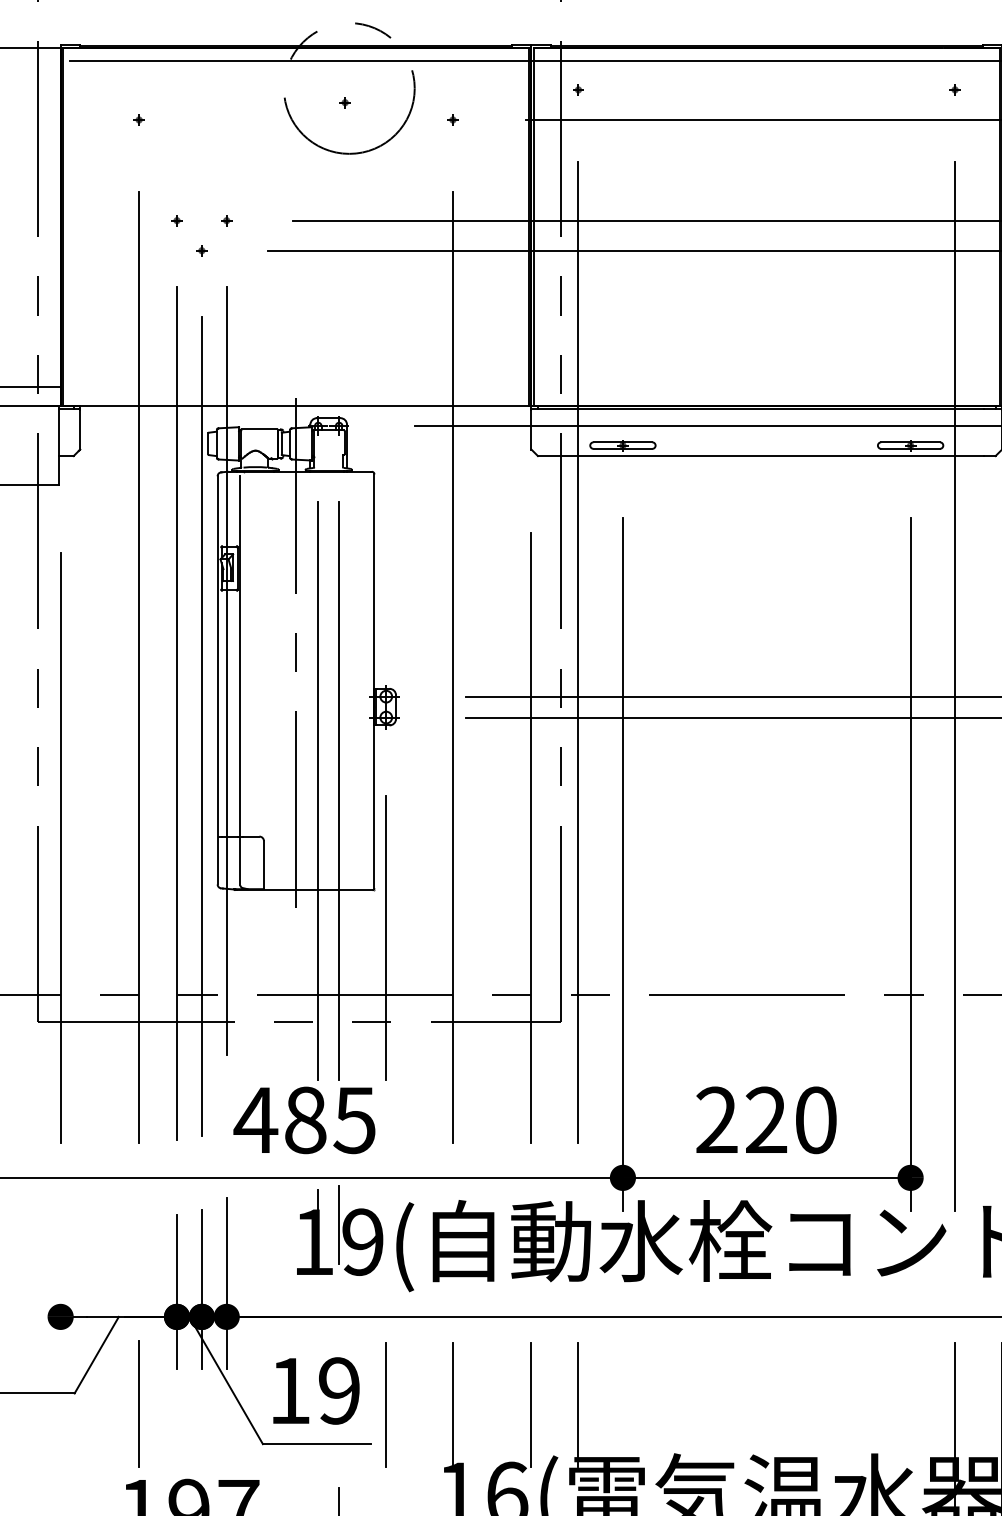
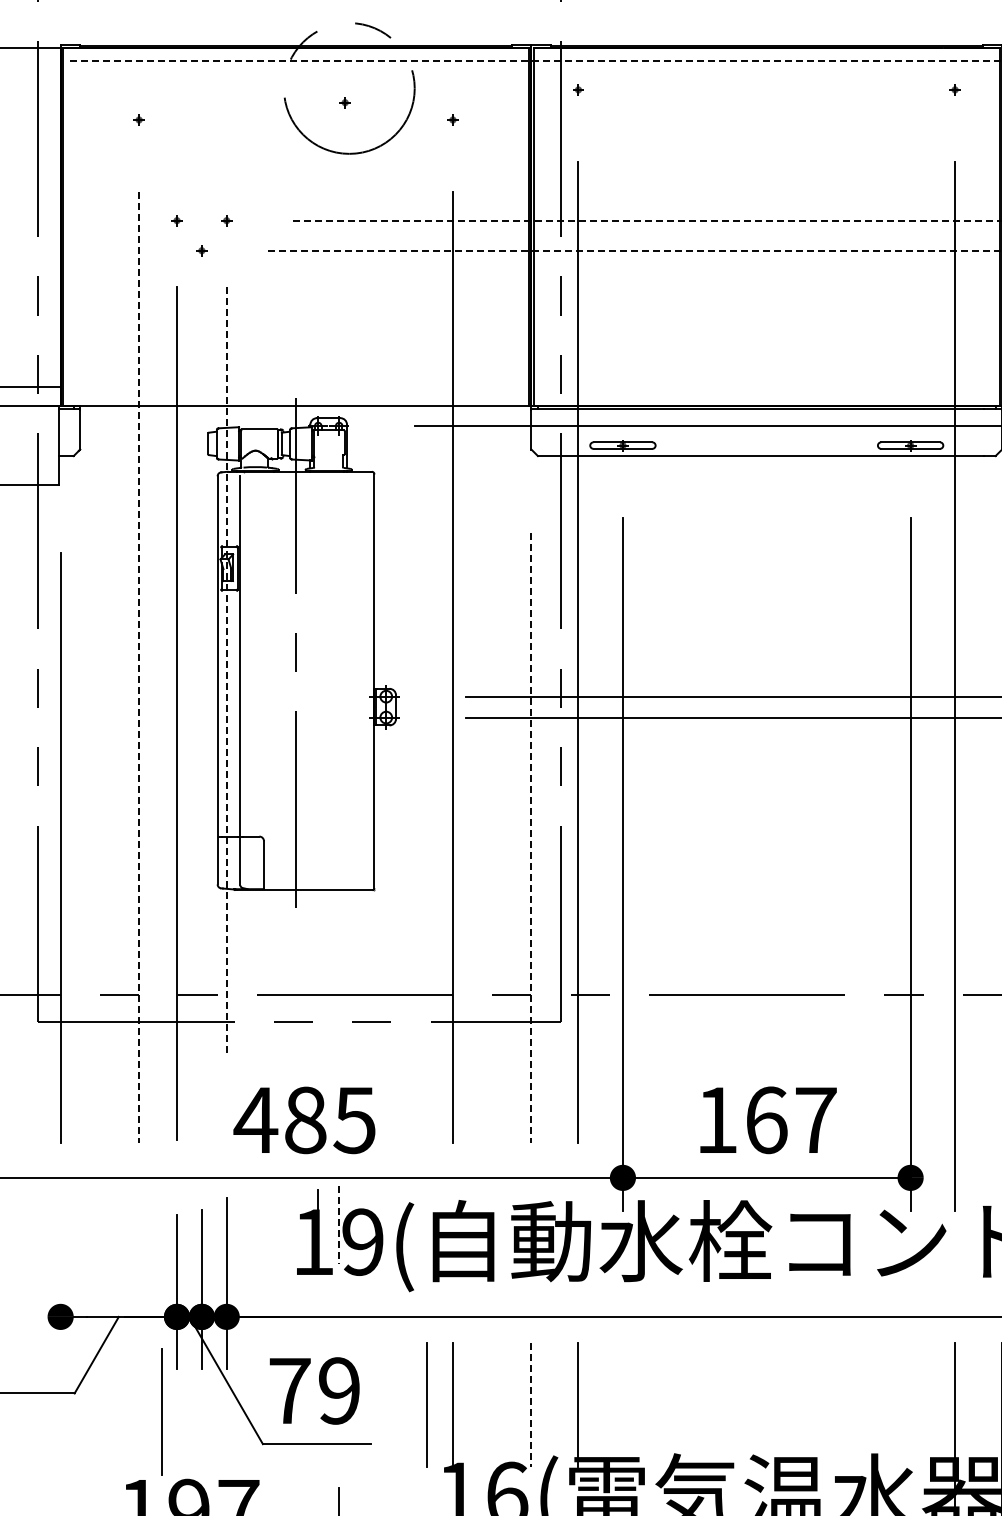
line at (536, 60): solid -> dashed
line at (762, 120): present -> none
line at (647, 220): solid -> dashed
line at (635, 250): solid -> dashed
line at (139, 668): solid -> dashed
line at (226, 670): solid -> dashed
line at (201, 726): present -> none
line at (318, 791): present -> none
line at (339, 791): present -> none
line at (531, 838): solid -> dashed
line at (386, 937): present -> none
text at (766, 1120): 220 -> 167
line at (339, 1225): solid -> dashed
text at (289, 1390): 19 -> 79
line at (138, 1403) position: (138, 1403) -> (161, 1411)
line at (385, 1404) position: (385, 1404) -> (426, 1404)
line at (531, 1405): solid -> dashed
